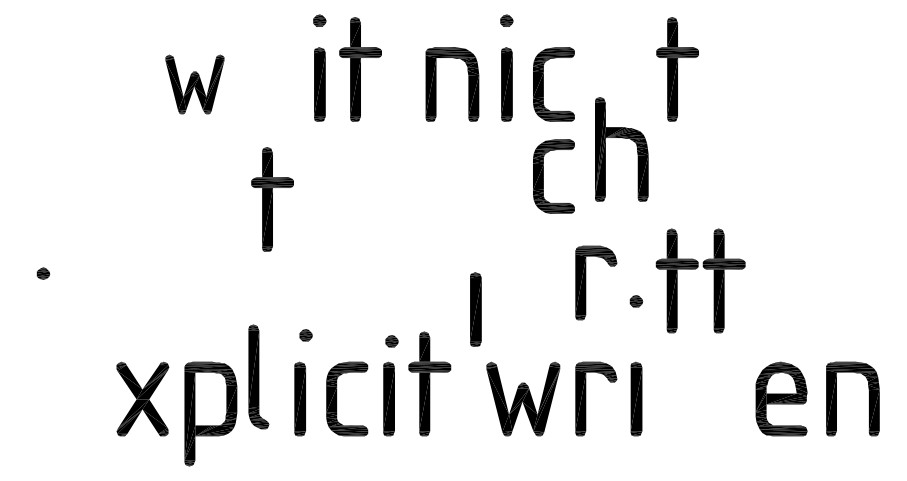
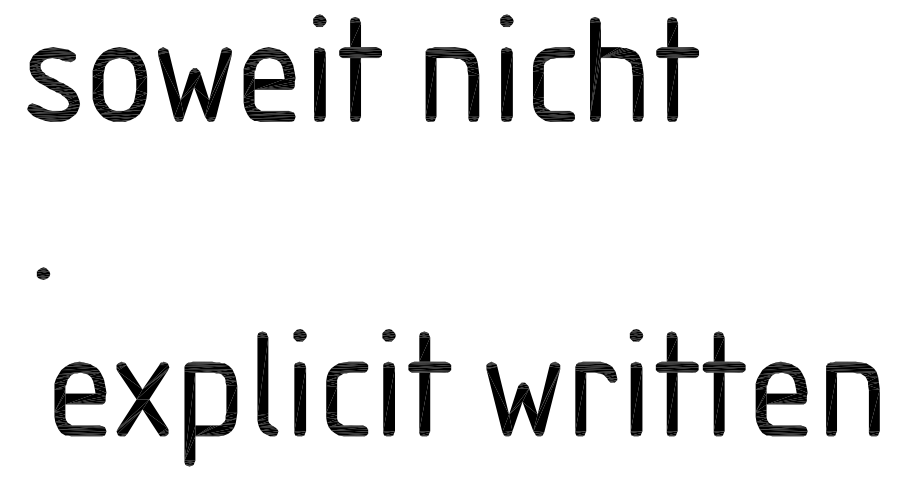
part at (53, 84): none -> present
part at (119, 84): none -> present
part at (194, 84) size: 60x61 px -> 74x75 px
part at (269, 84): none -> present
part at (622, 138) position: (622, 138) -> (617, 58)
part at (543, 176): present -> none
part at (272, 199): present -> none
part at (695, 269) position: (695, 269) -> (695, 372)
part at (586, 282): present -> none
part at (636, 301) position: (636, 301) -> (636, 335)
part at (475, 309): present -> none
part at (305, 335) position: (305, 335) -> (299, 335)
part at (391, 341) position: (391, 341) -> (388, 335)
part at (258, 376) position: (258, 376) -> (267, 383)
part at (80, 398): none -> present
